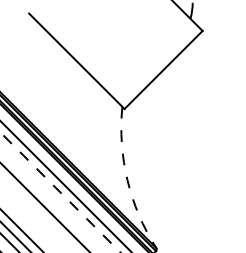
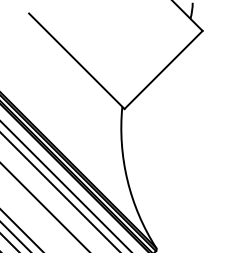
arc at (127, 180): dashed -> solid
line at (60, 192): dashed -> solid
